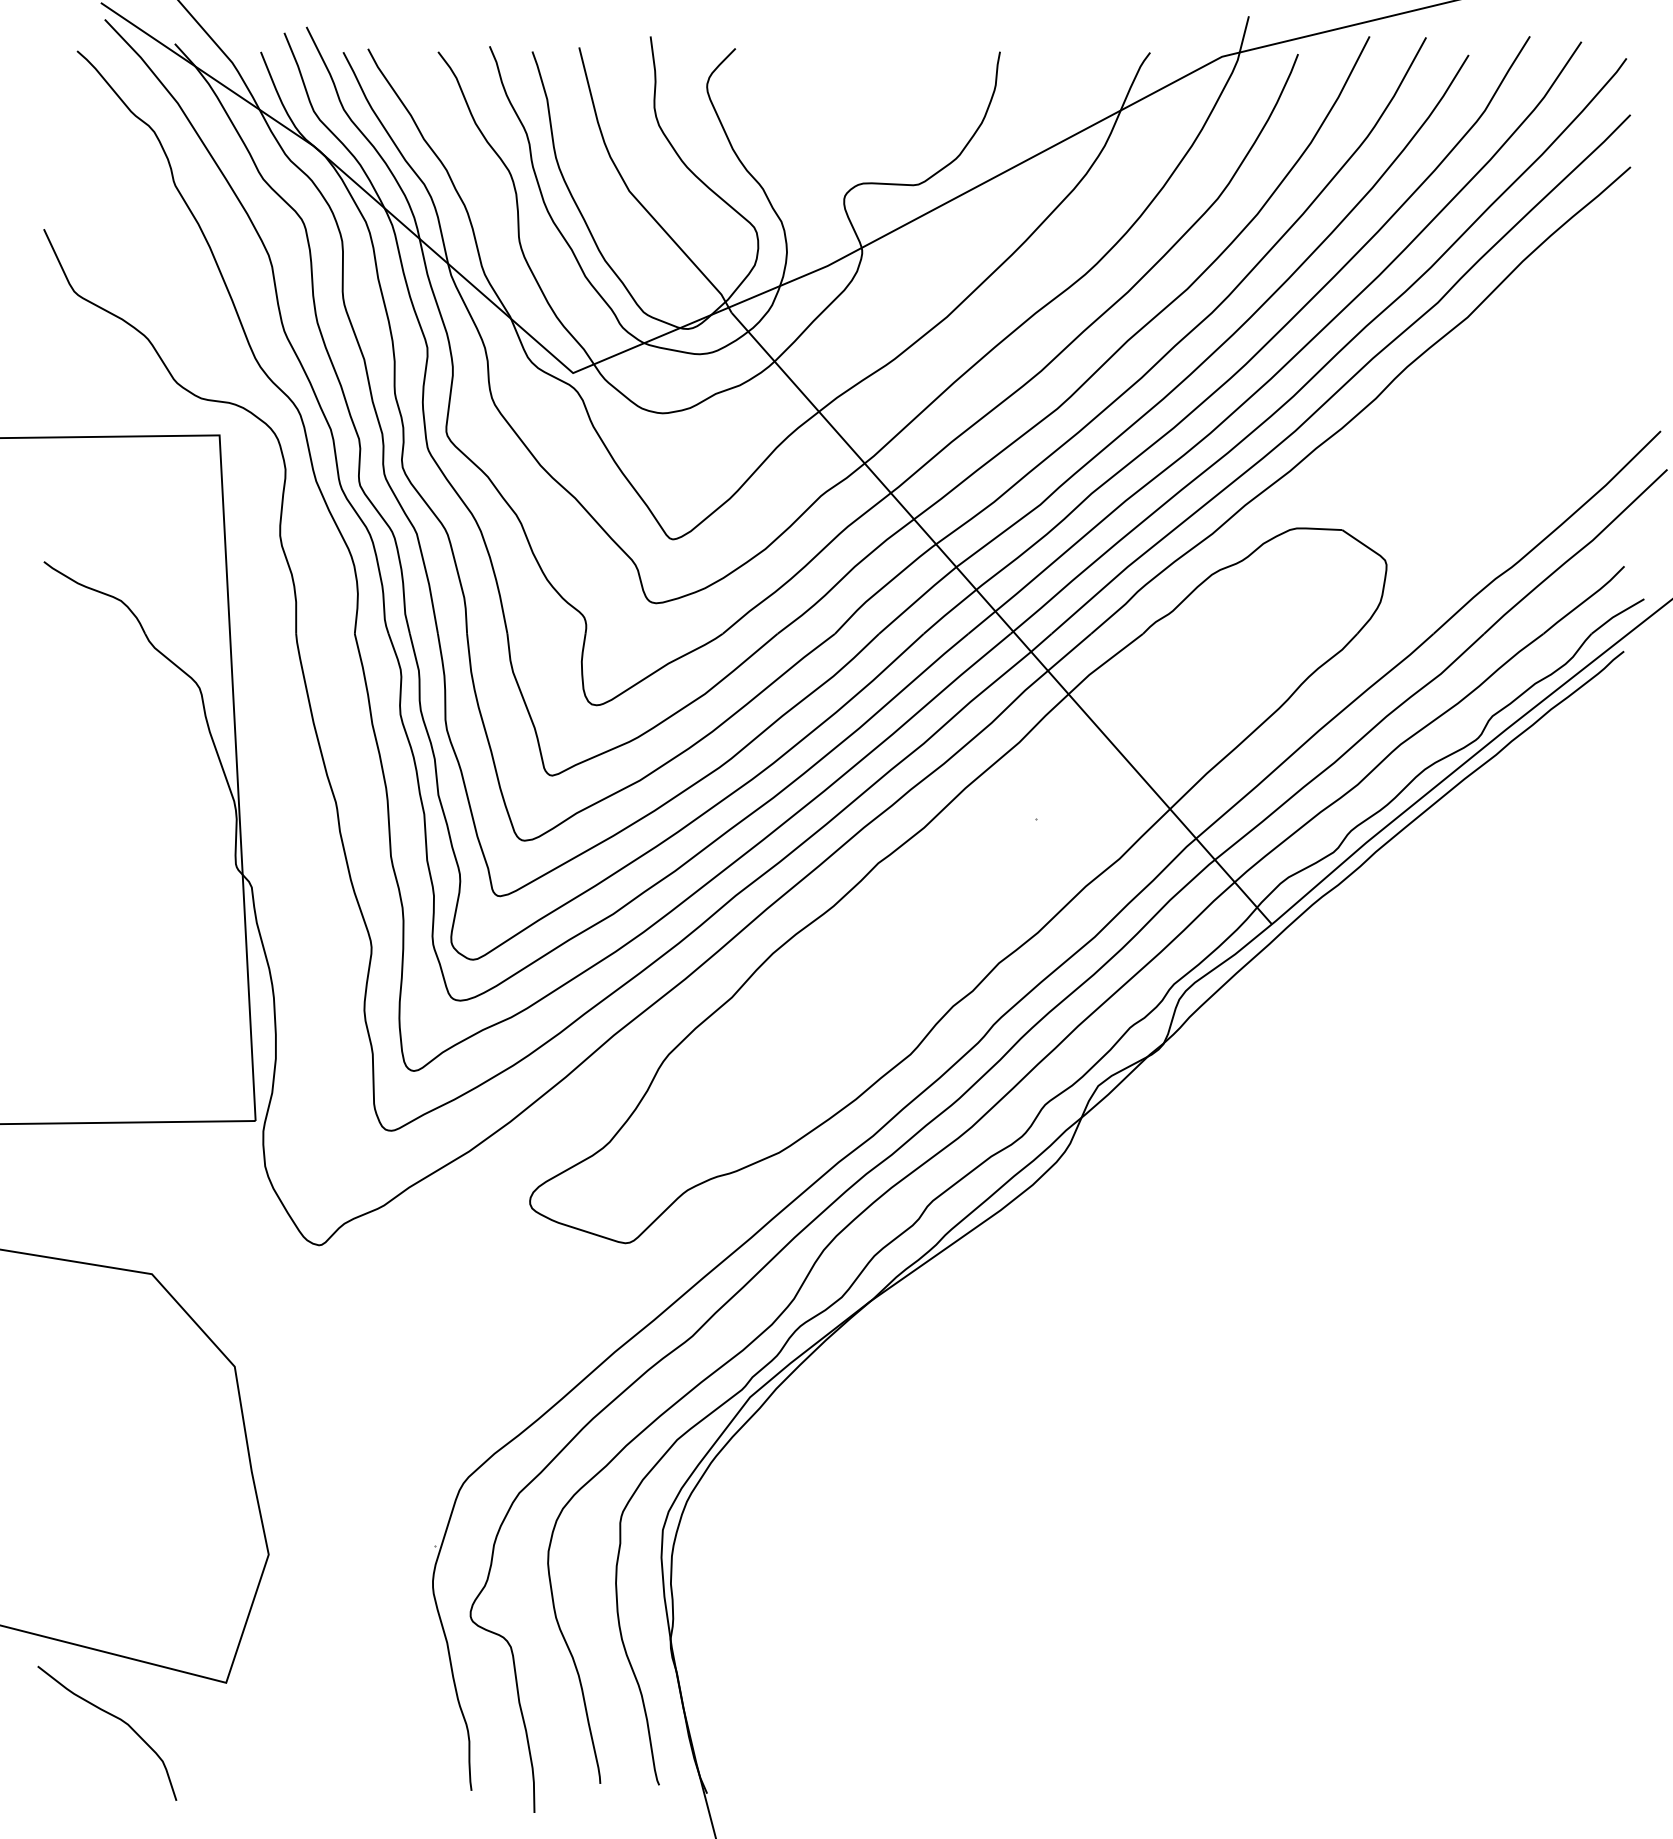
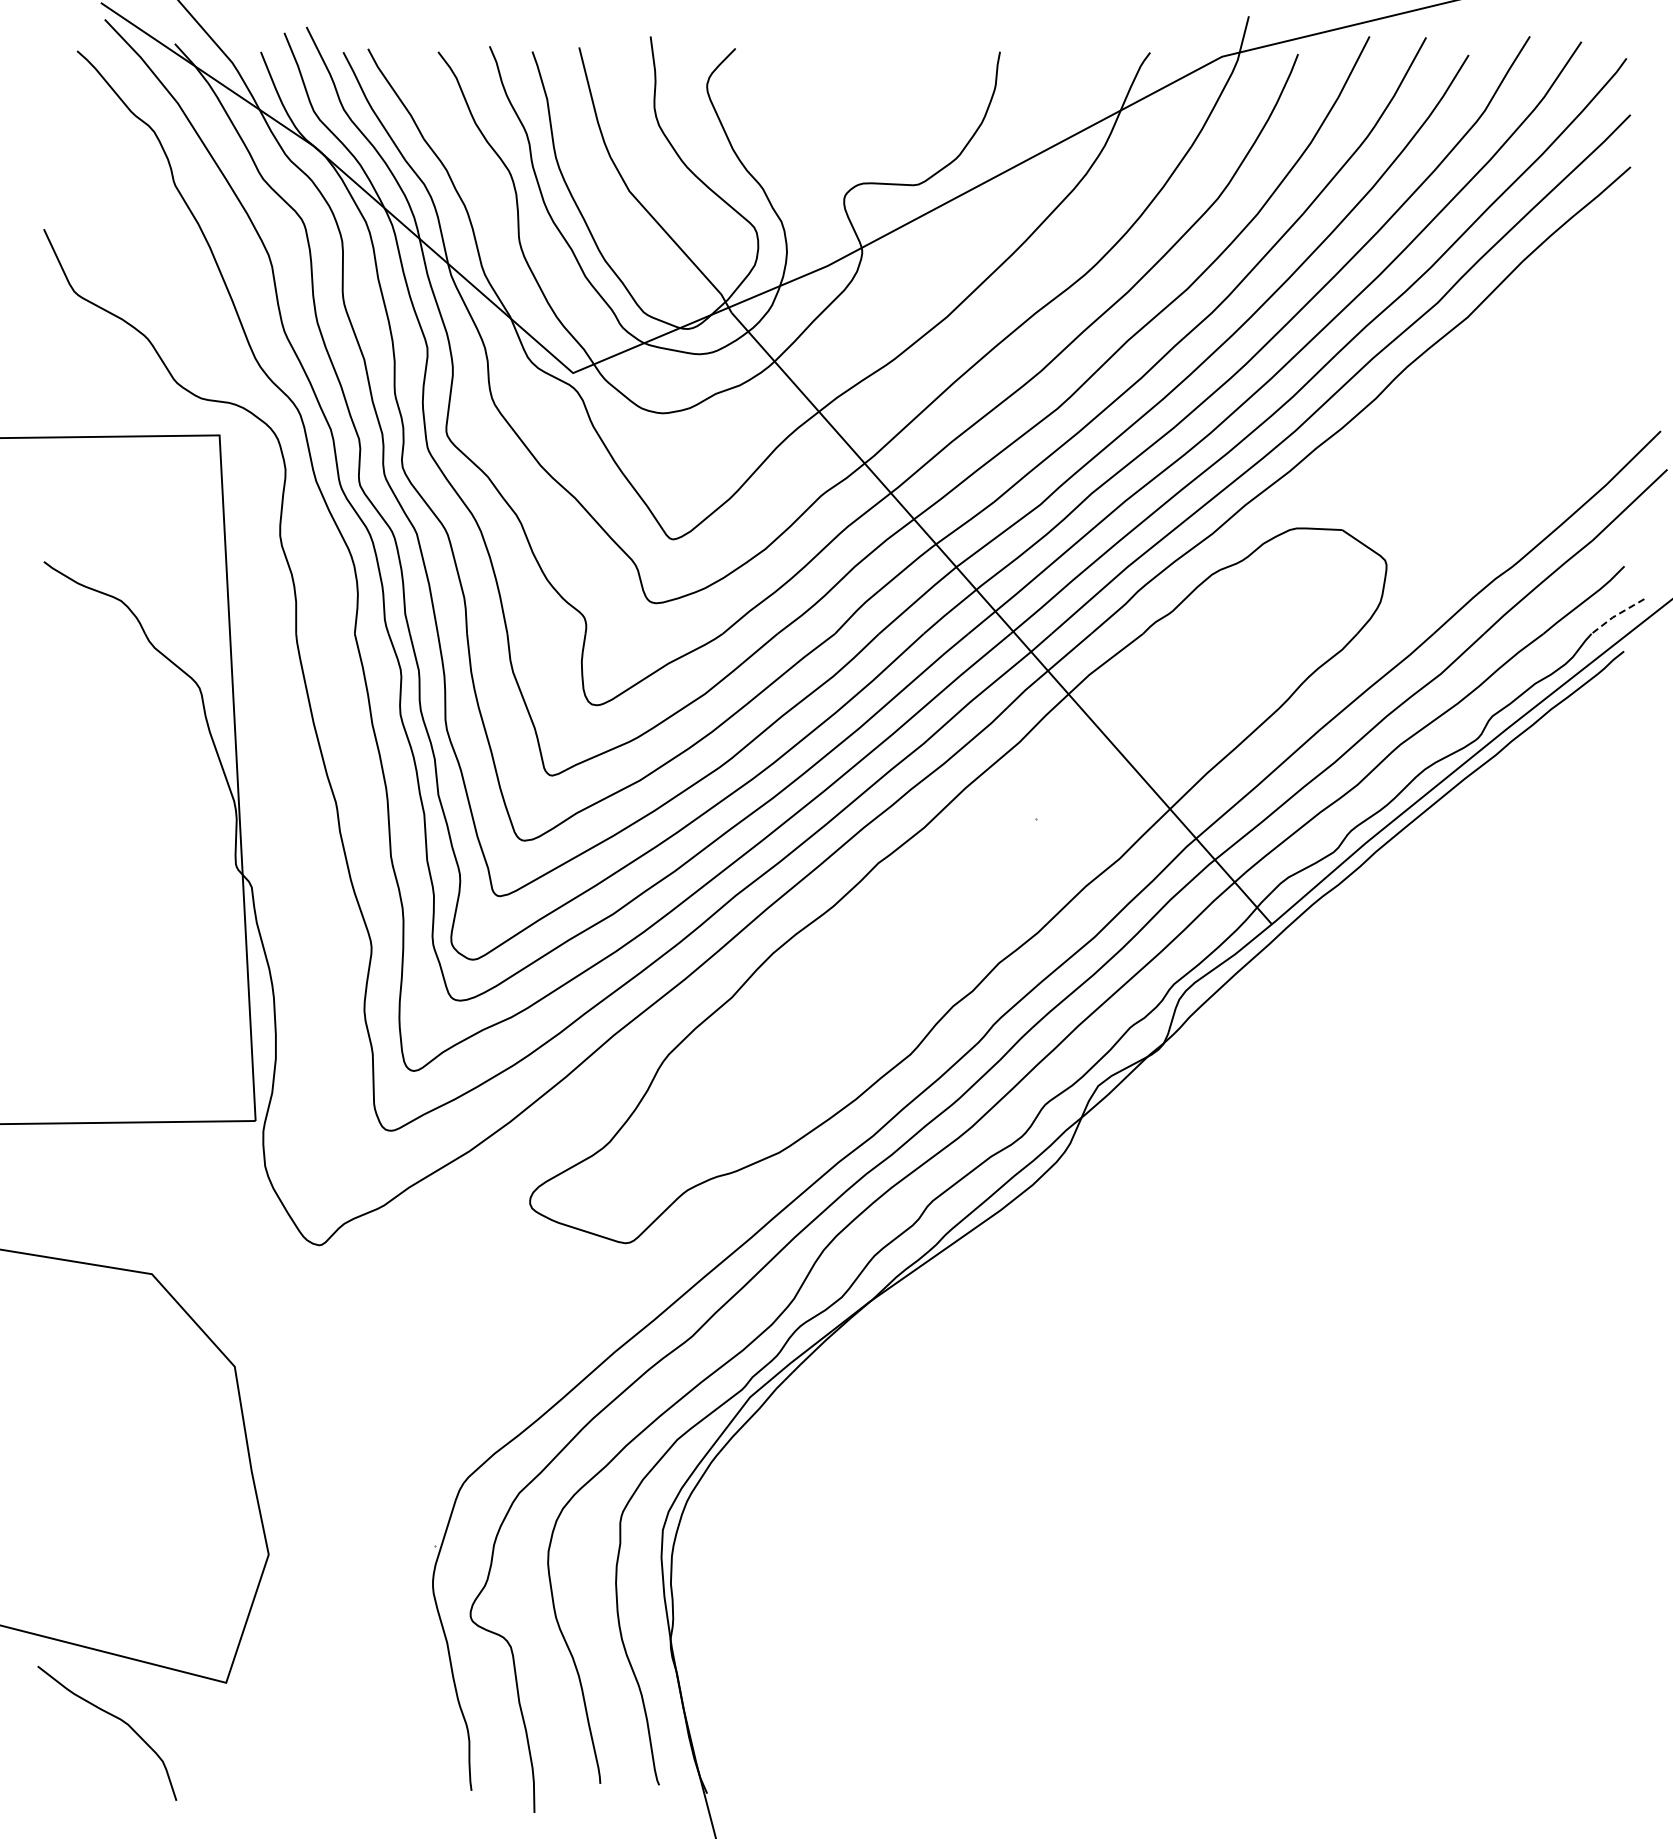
line at (1616, 615): solid -> dashed
